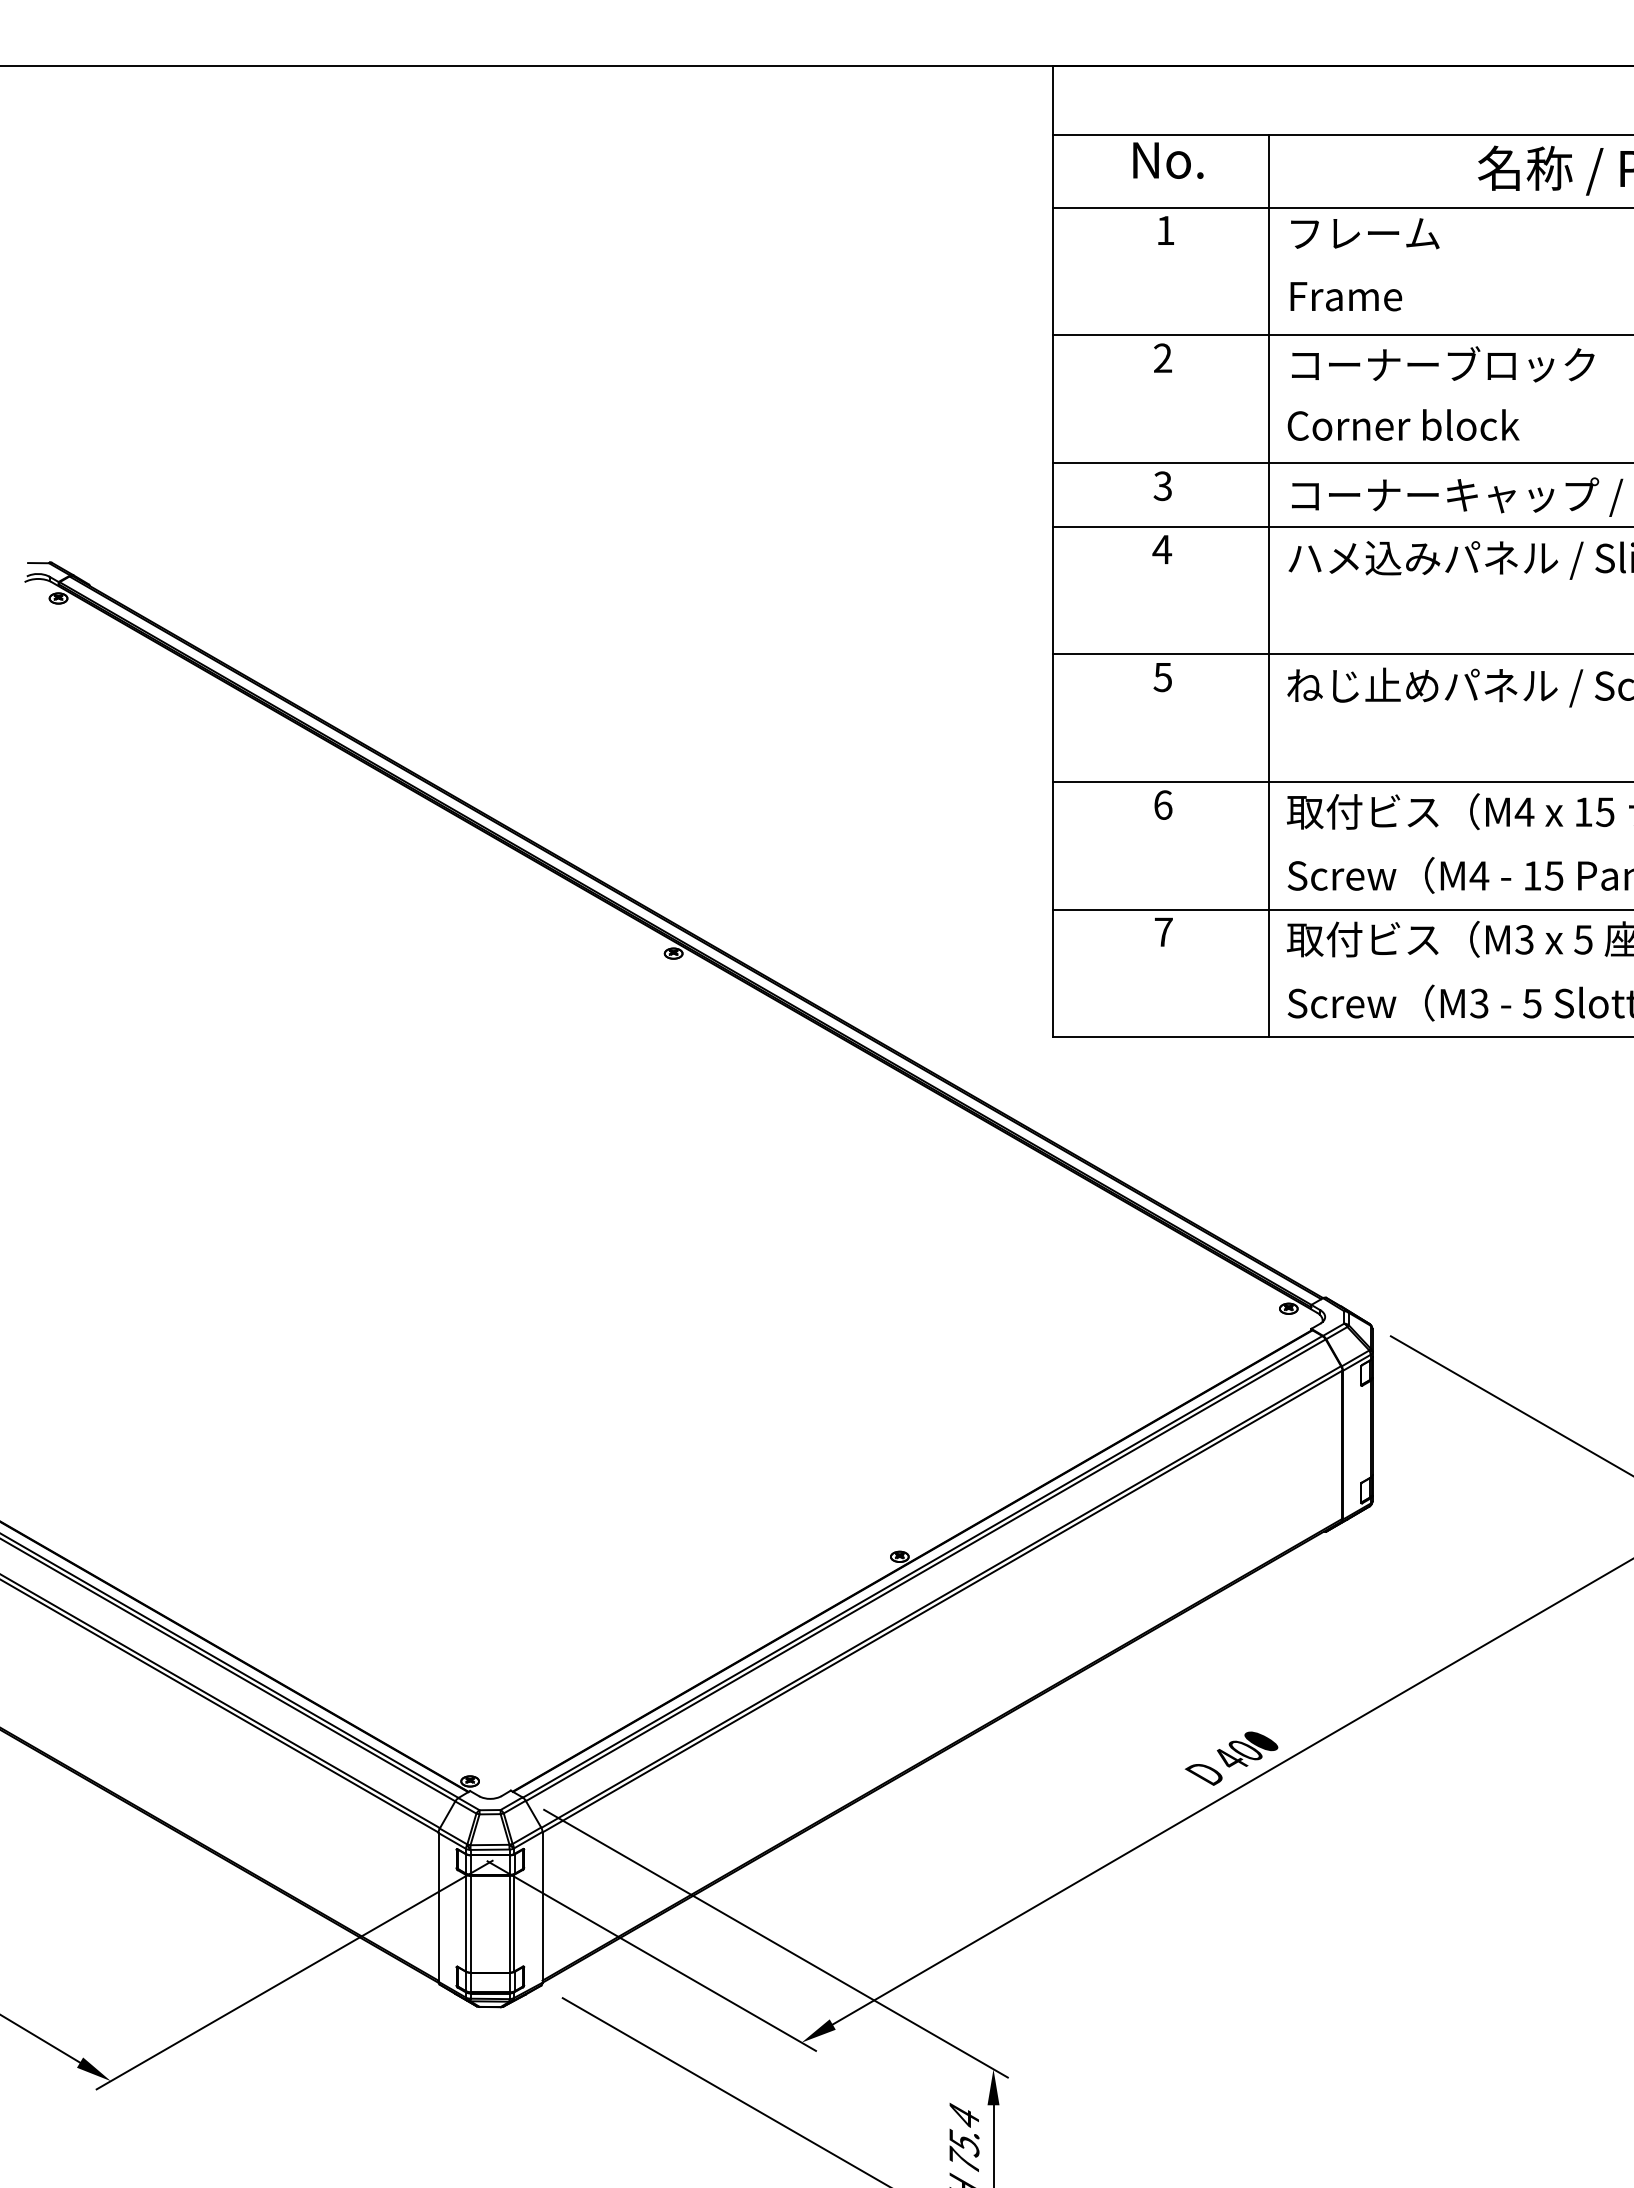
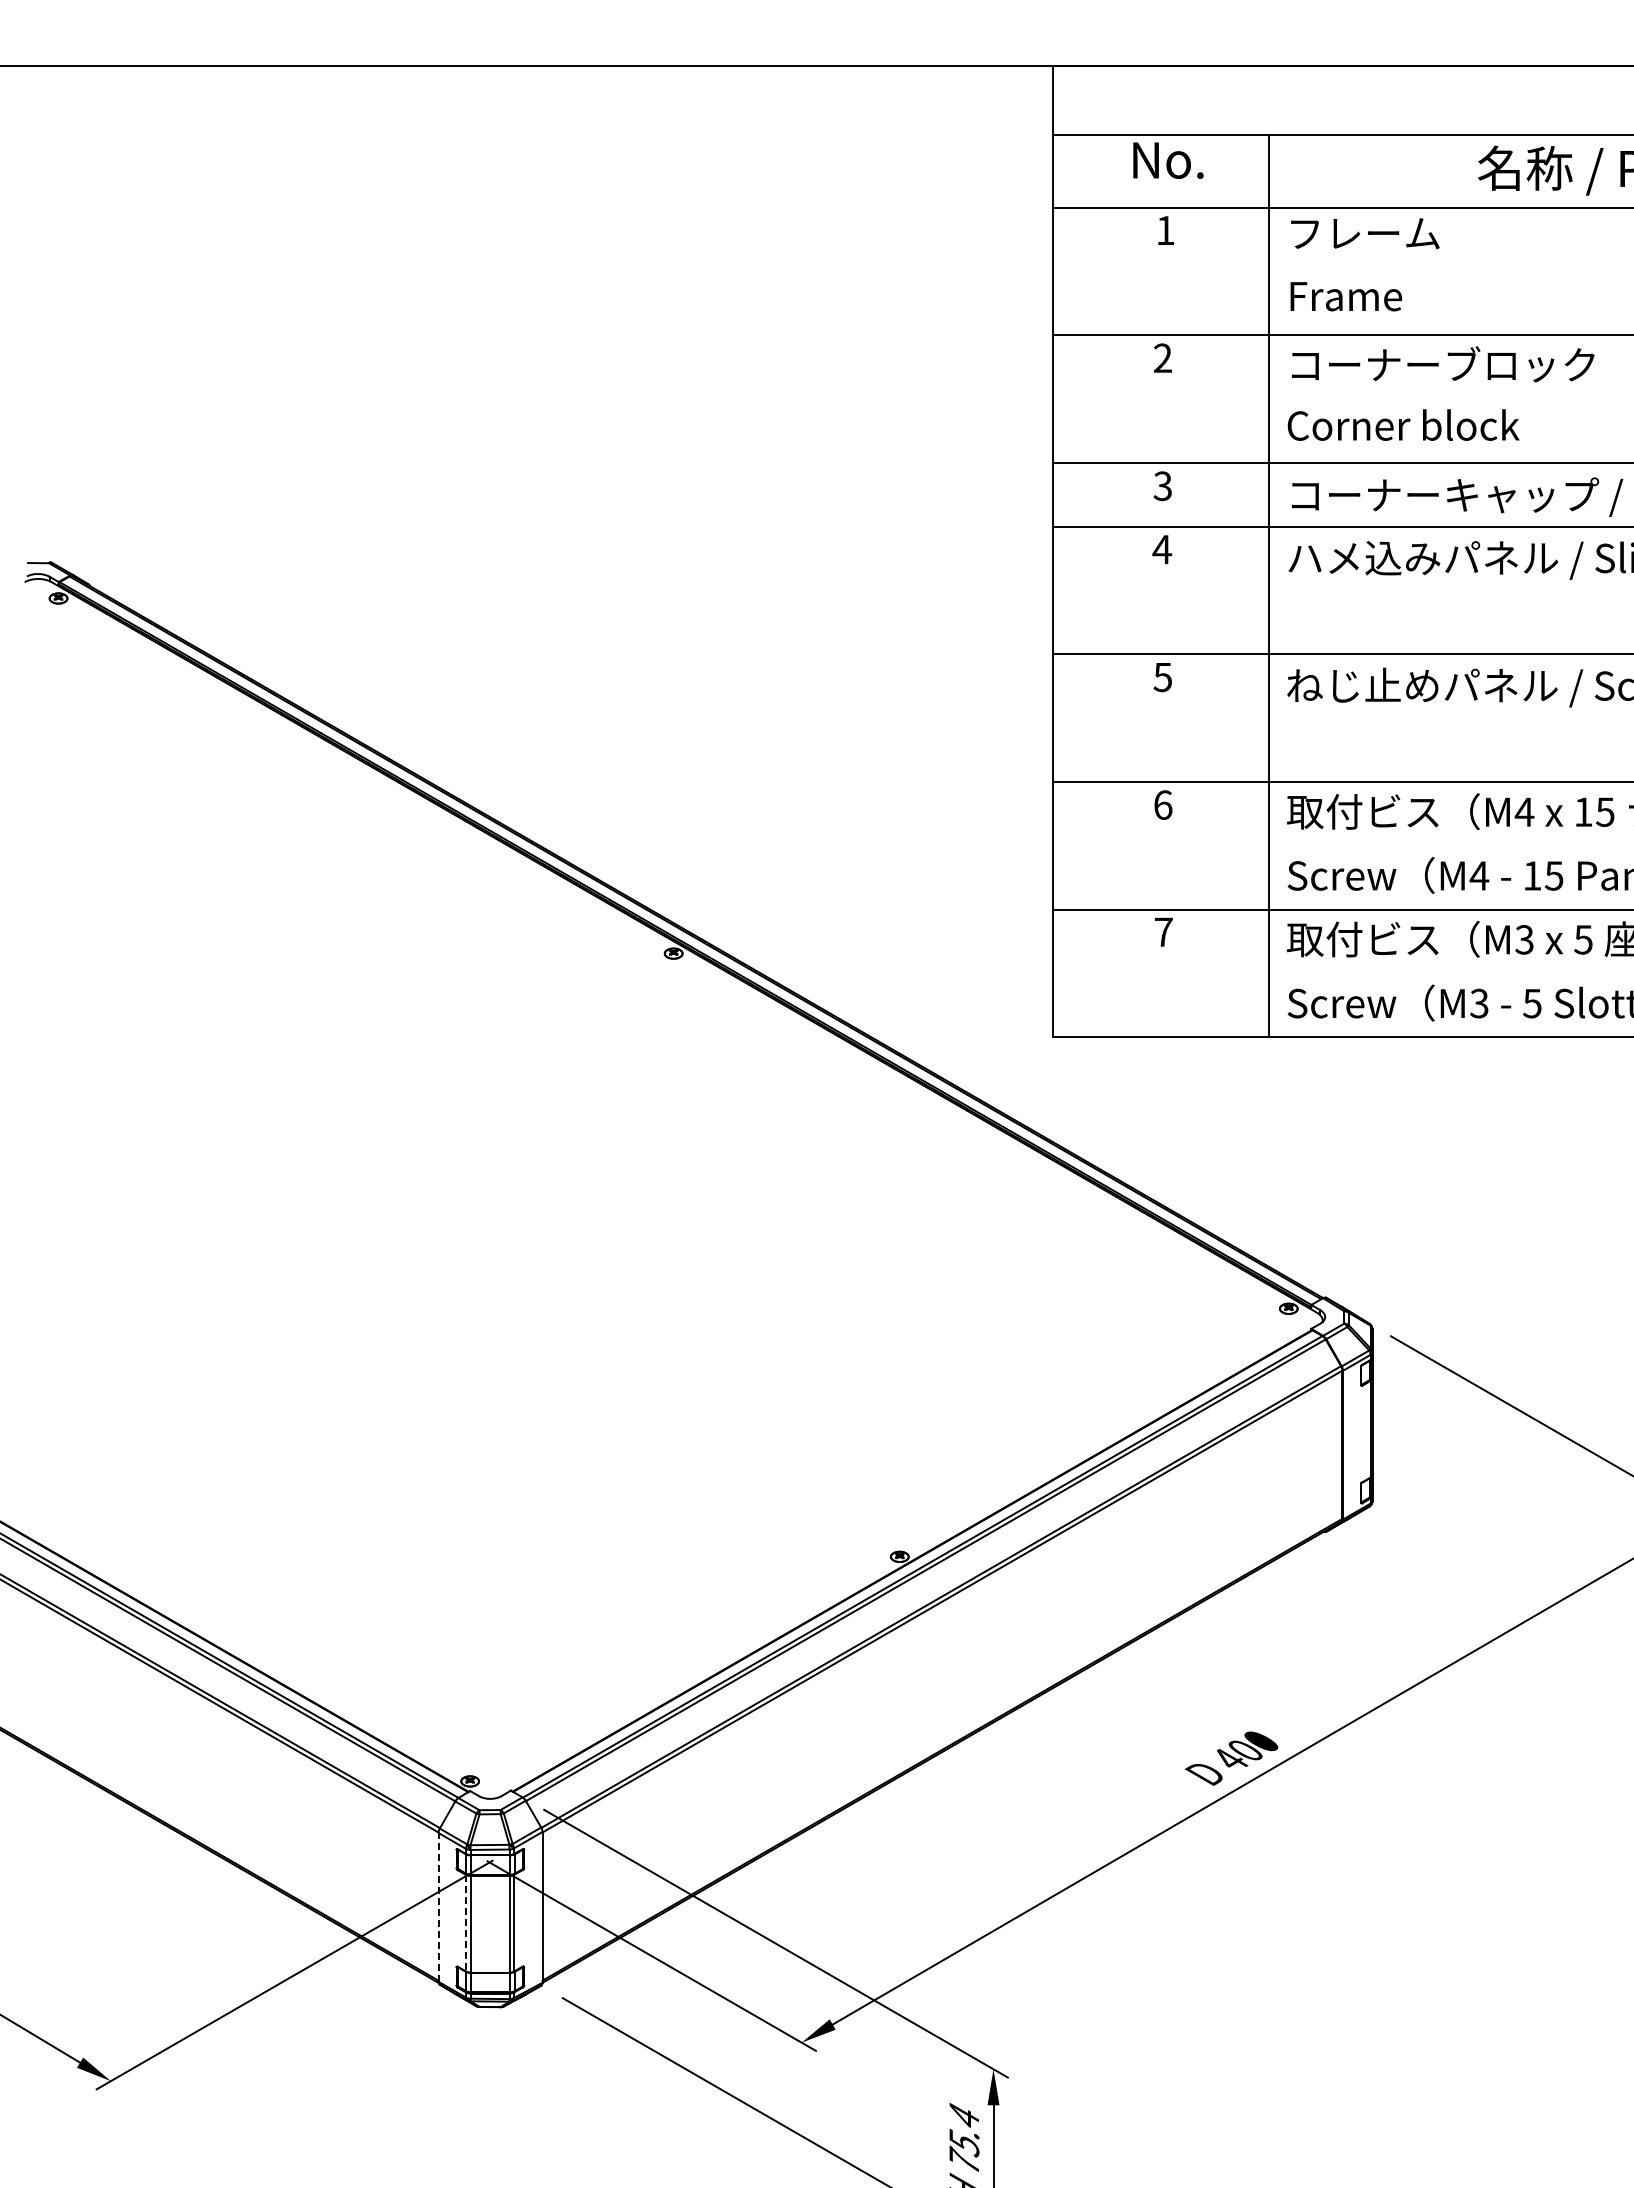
line at (438, 1906): solid -> dashed
line at (466, 1923): solid -> dashed
